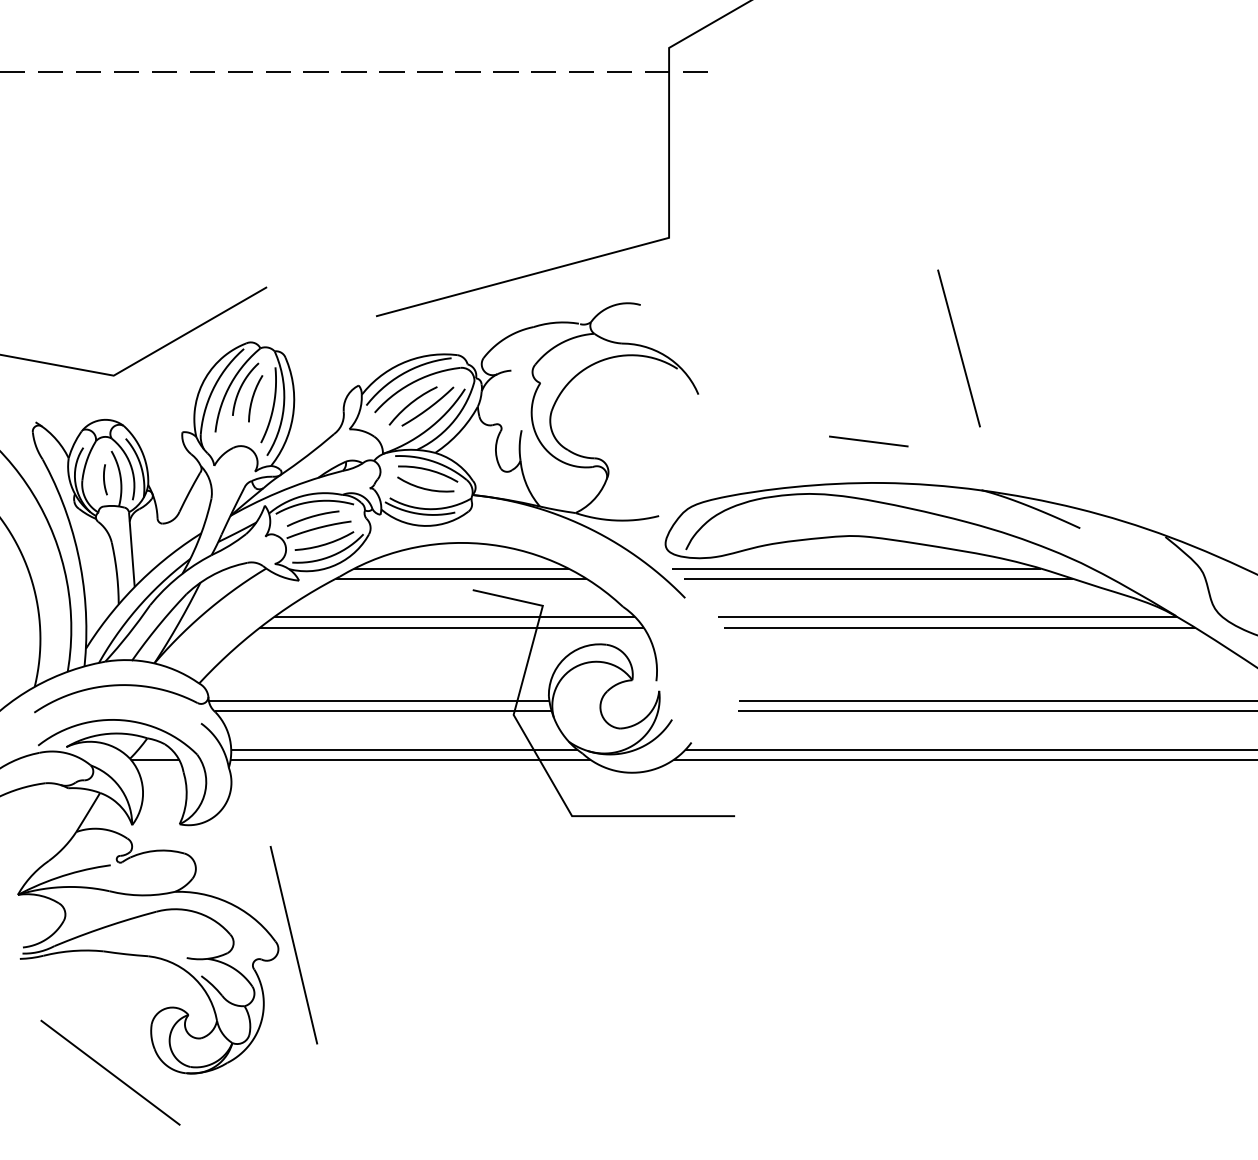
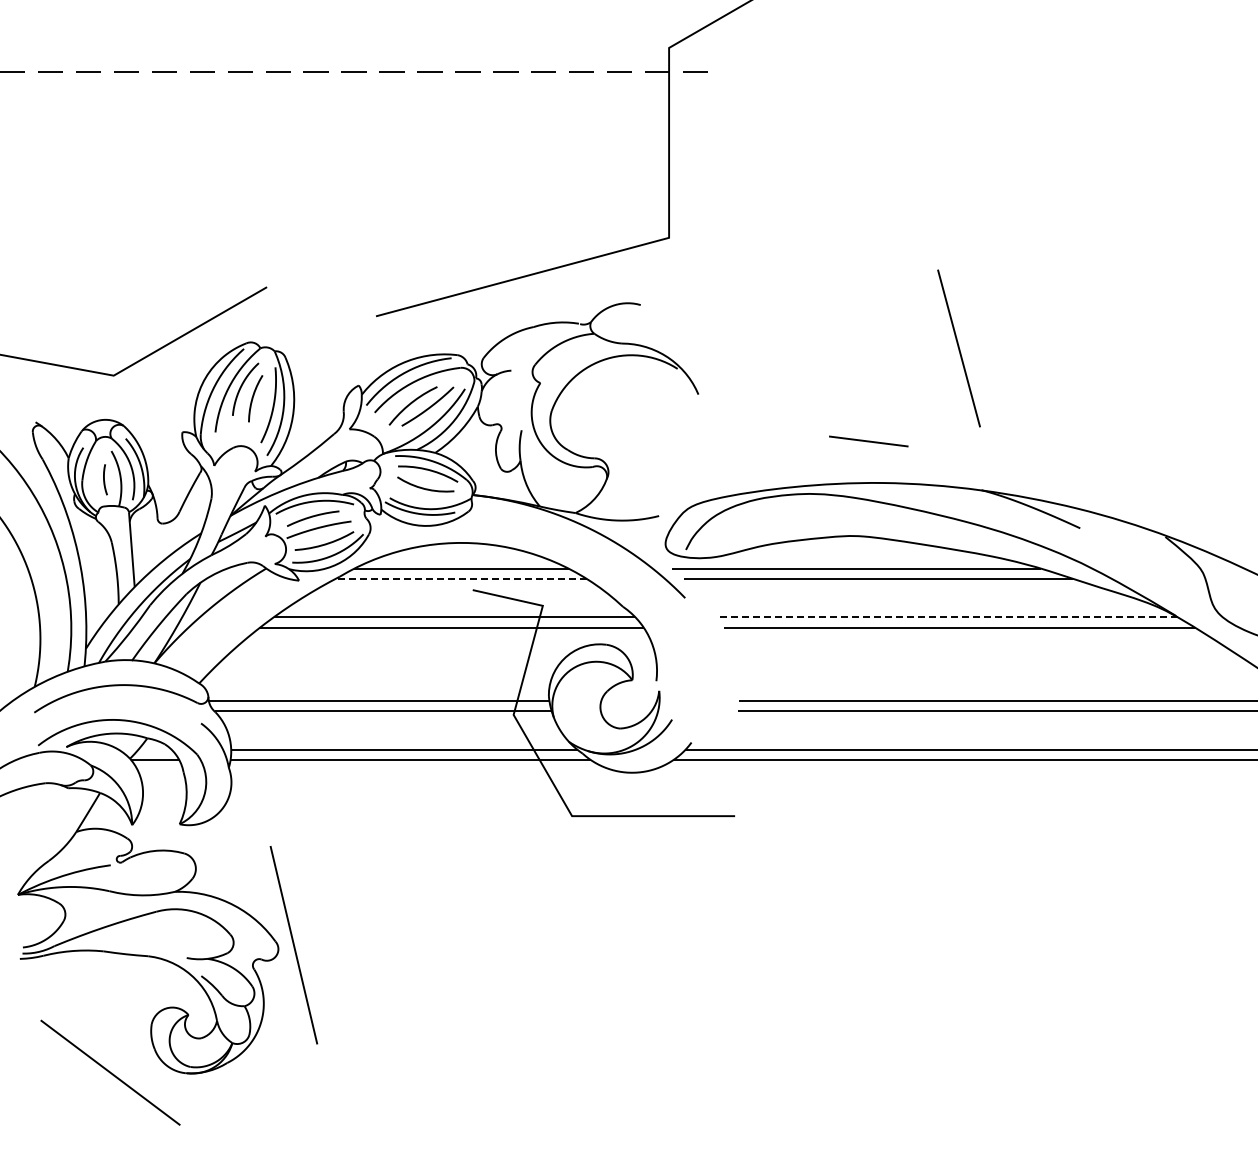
line at (460, 578): solid -> dashed
line at (947, 617): solid -> dashed
